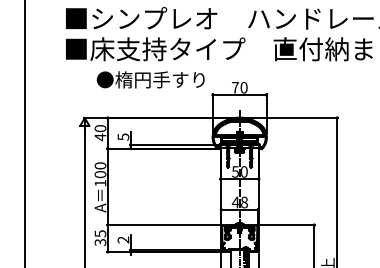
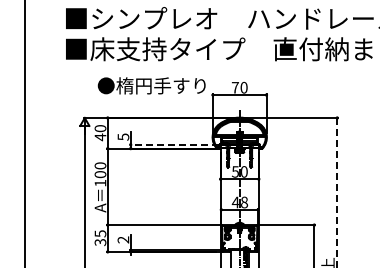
text at (150, 79) position: (150, 79) -> (151, 85)
line at (174, 144): solid -> dashed
line at (337, 192): solid -> dashed
